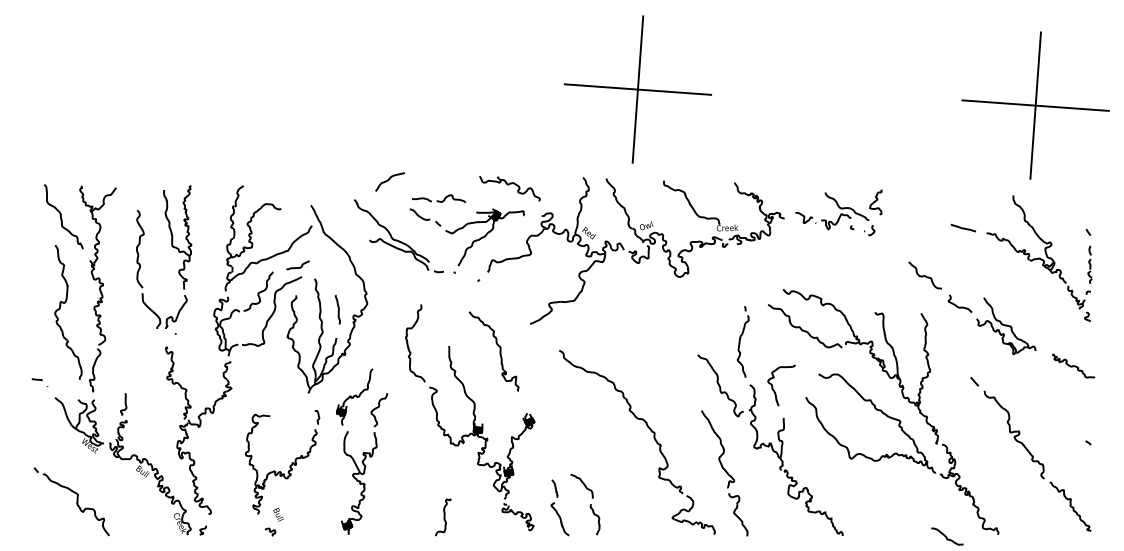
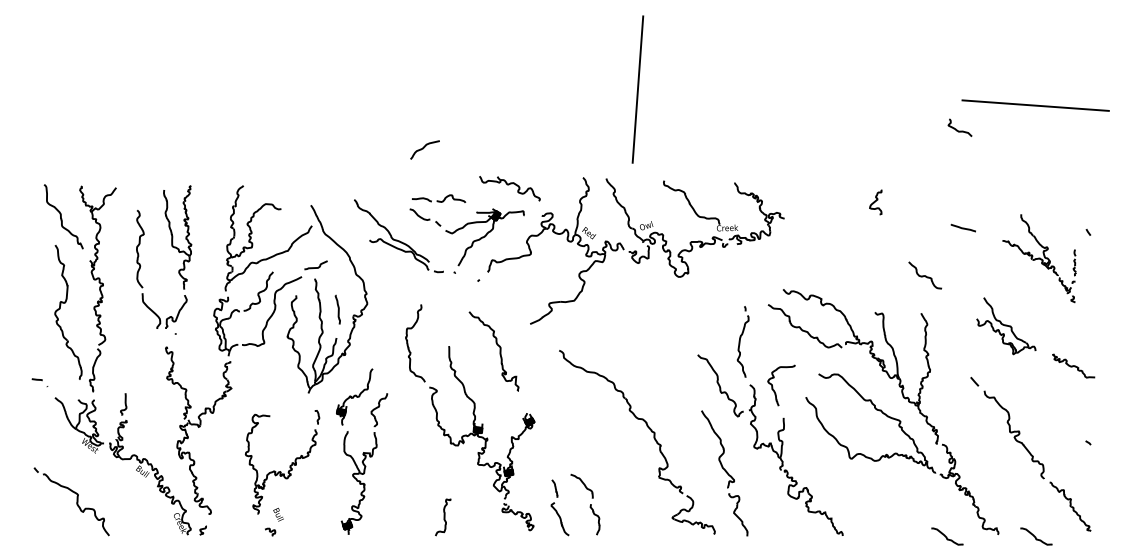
line at (637, 89): present -> none
line at (1035, 105): present -> none
curve at (389, 180) position: (389, 180) -> (424, 148)
part at (835, 214): present -> none
part at (1039, 258) size: 107x127 px -> 75x90 px
curve at (297, 267) position: (297, 267) -> (315, 267)
curve at (957, 305) position: (957, 305) -> (957, 129)
curve at (1035, 536): none -> present
